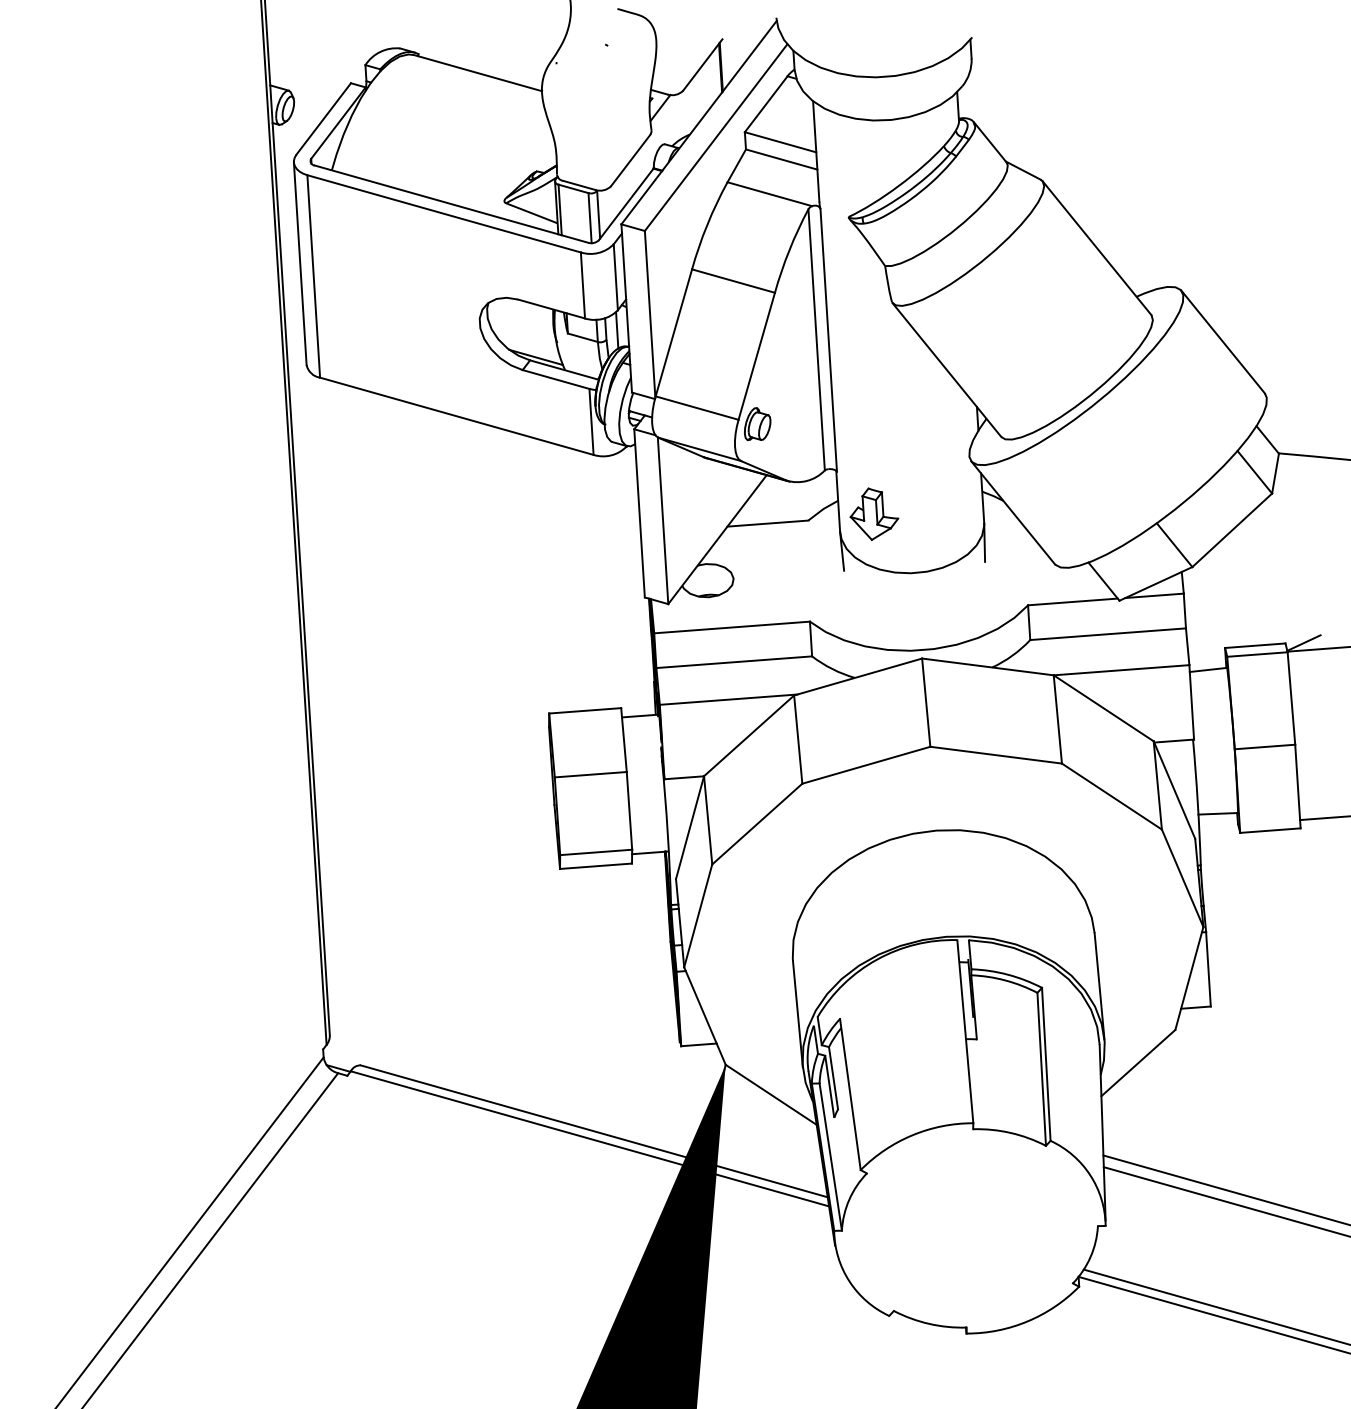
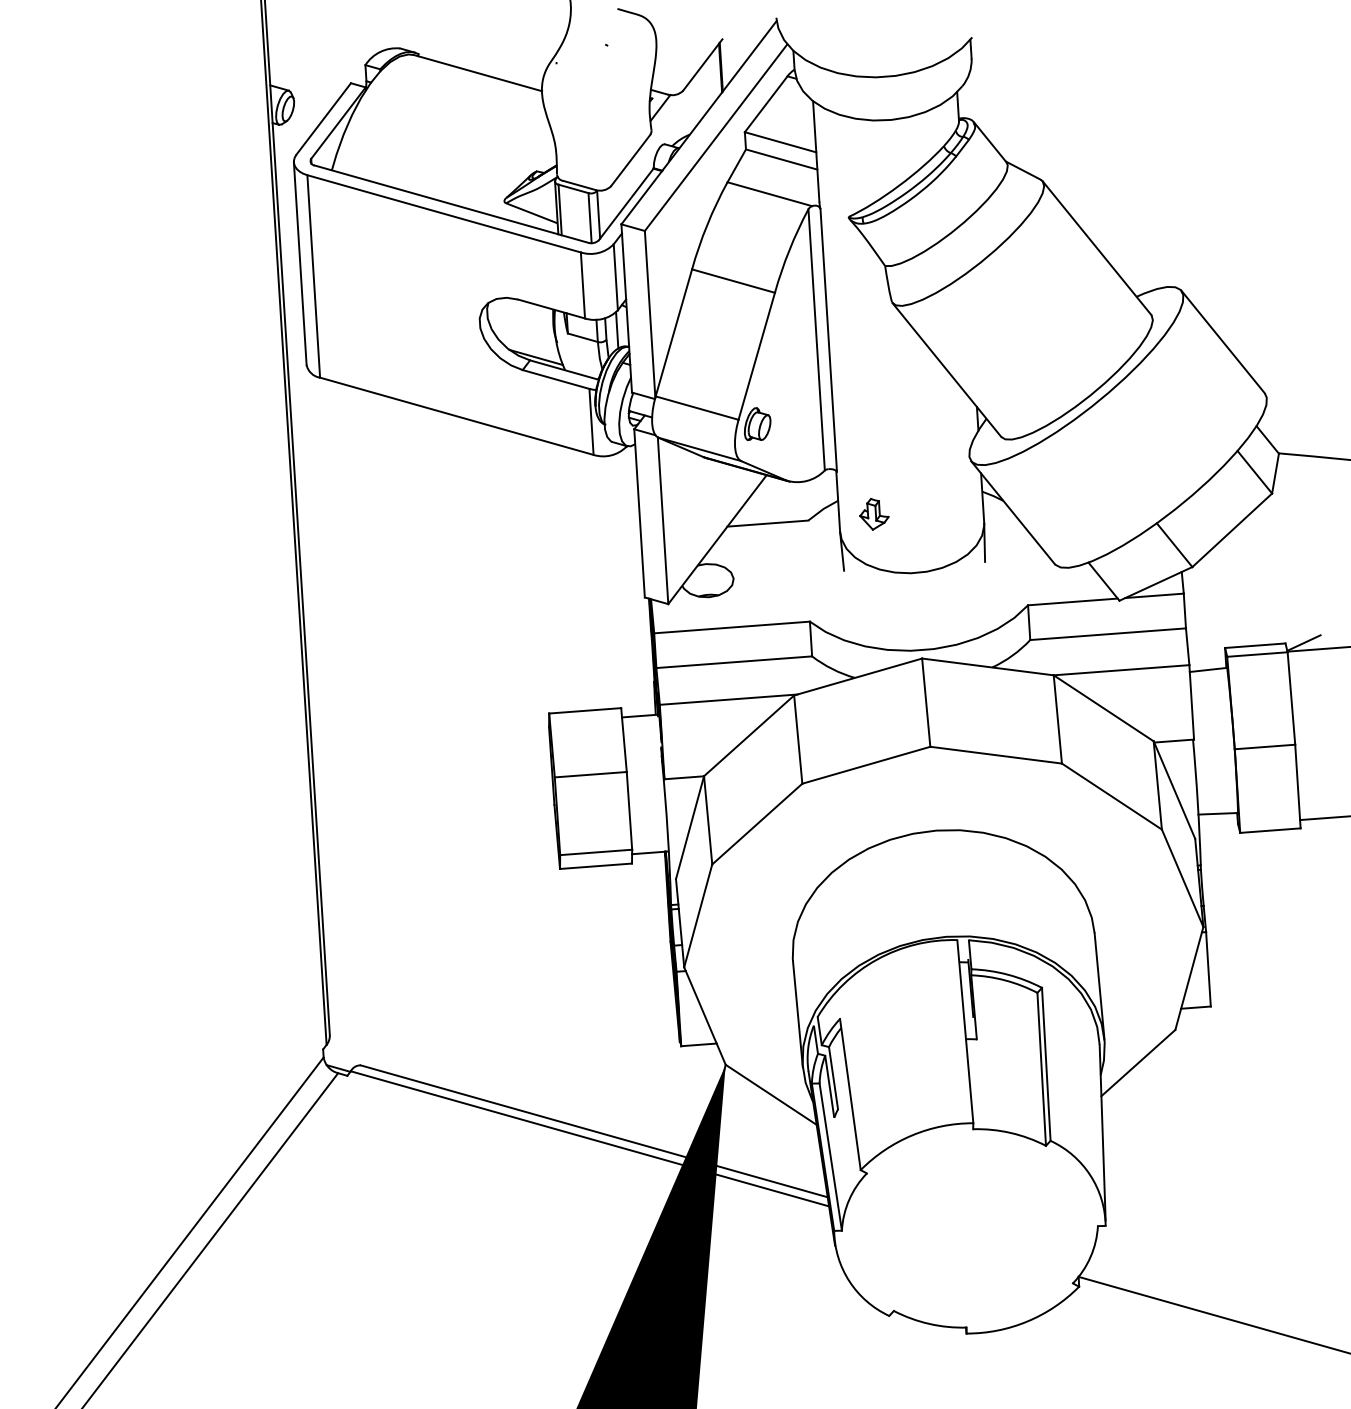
part at (874, 514) size: 51x55 px -> 31x34 px
line at (1225, 1189): present -> none
line at (1225, 1201): present -> none
line at (1215, 1306): present -> none
